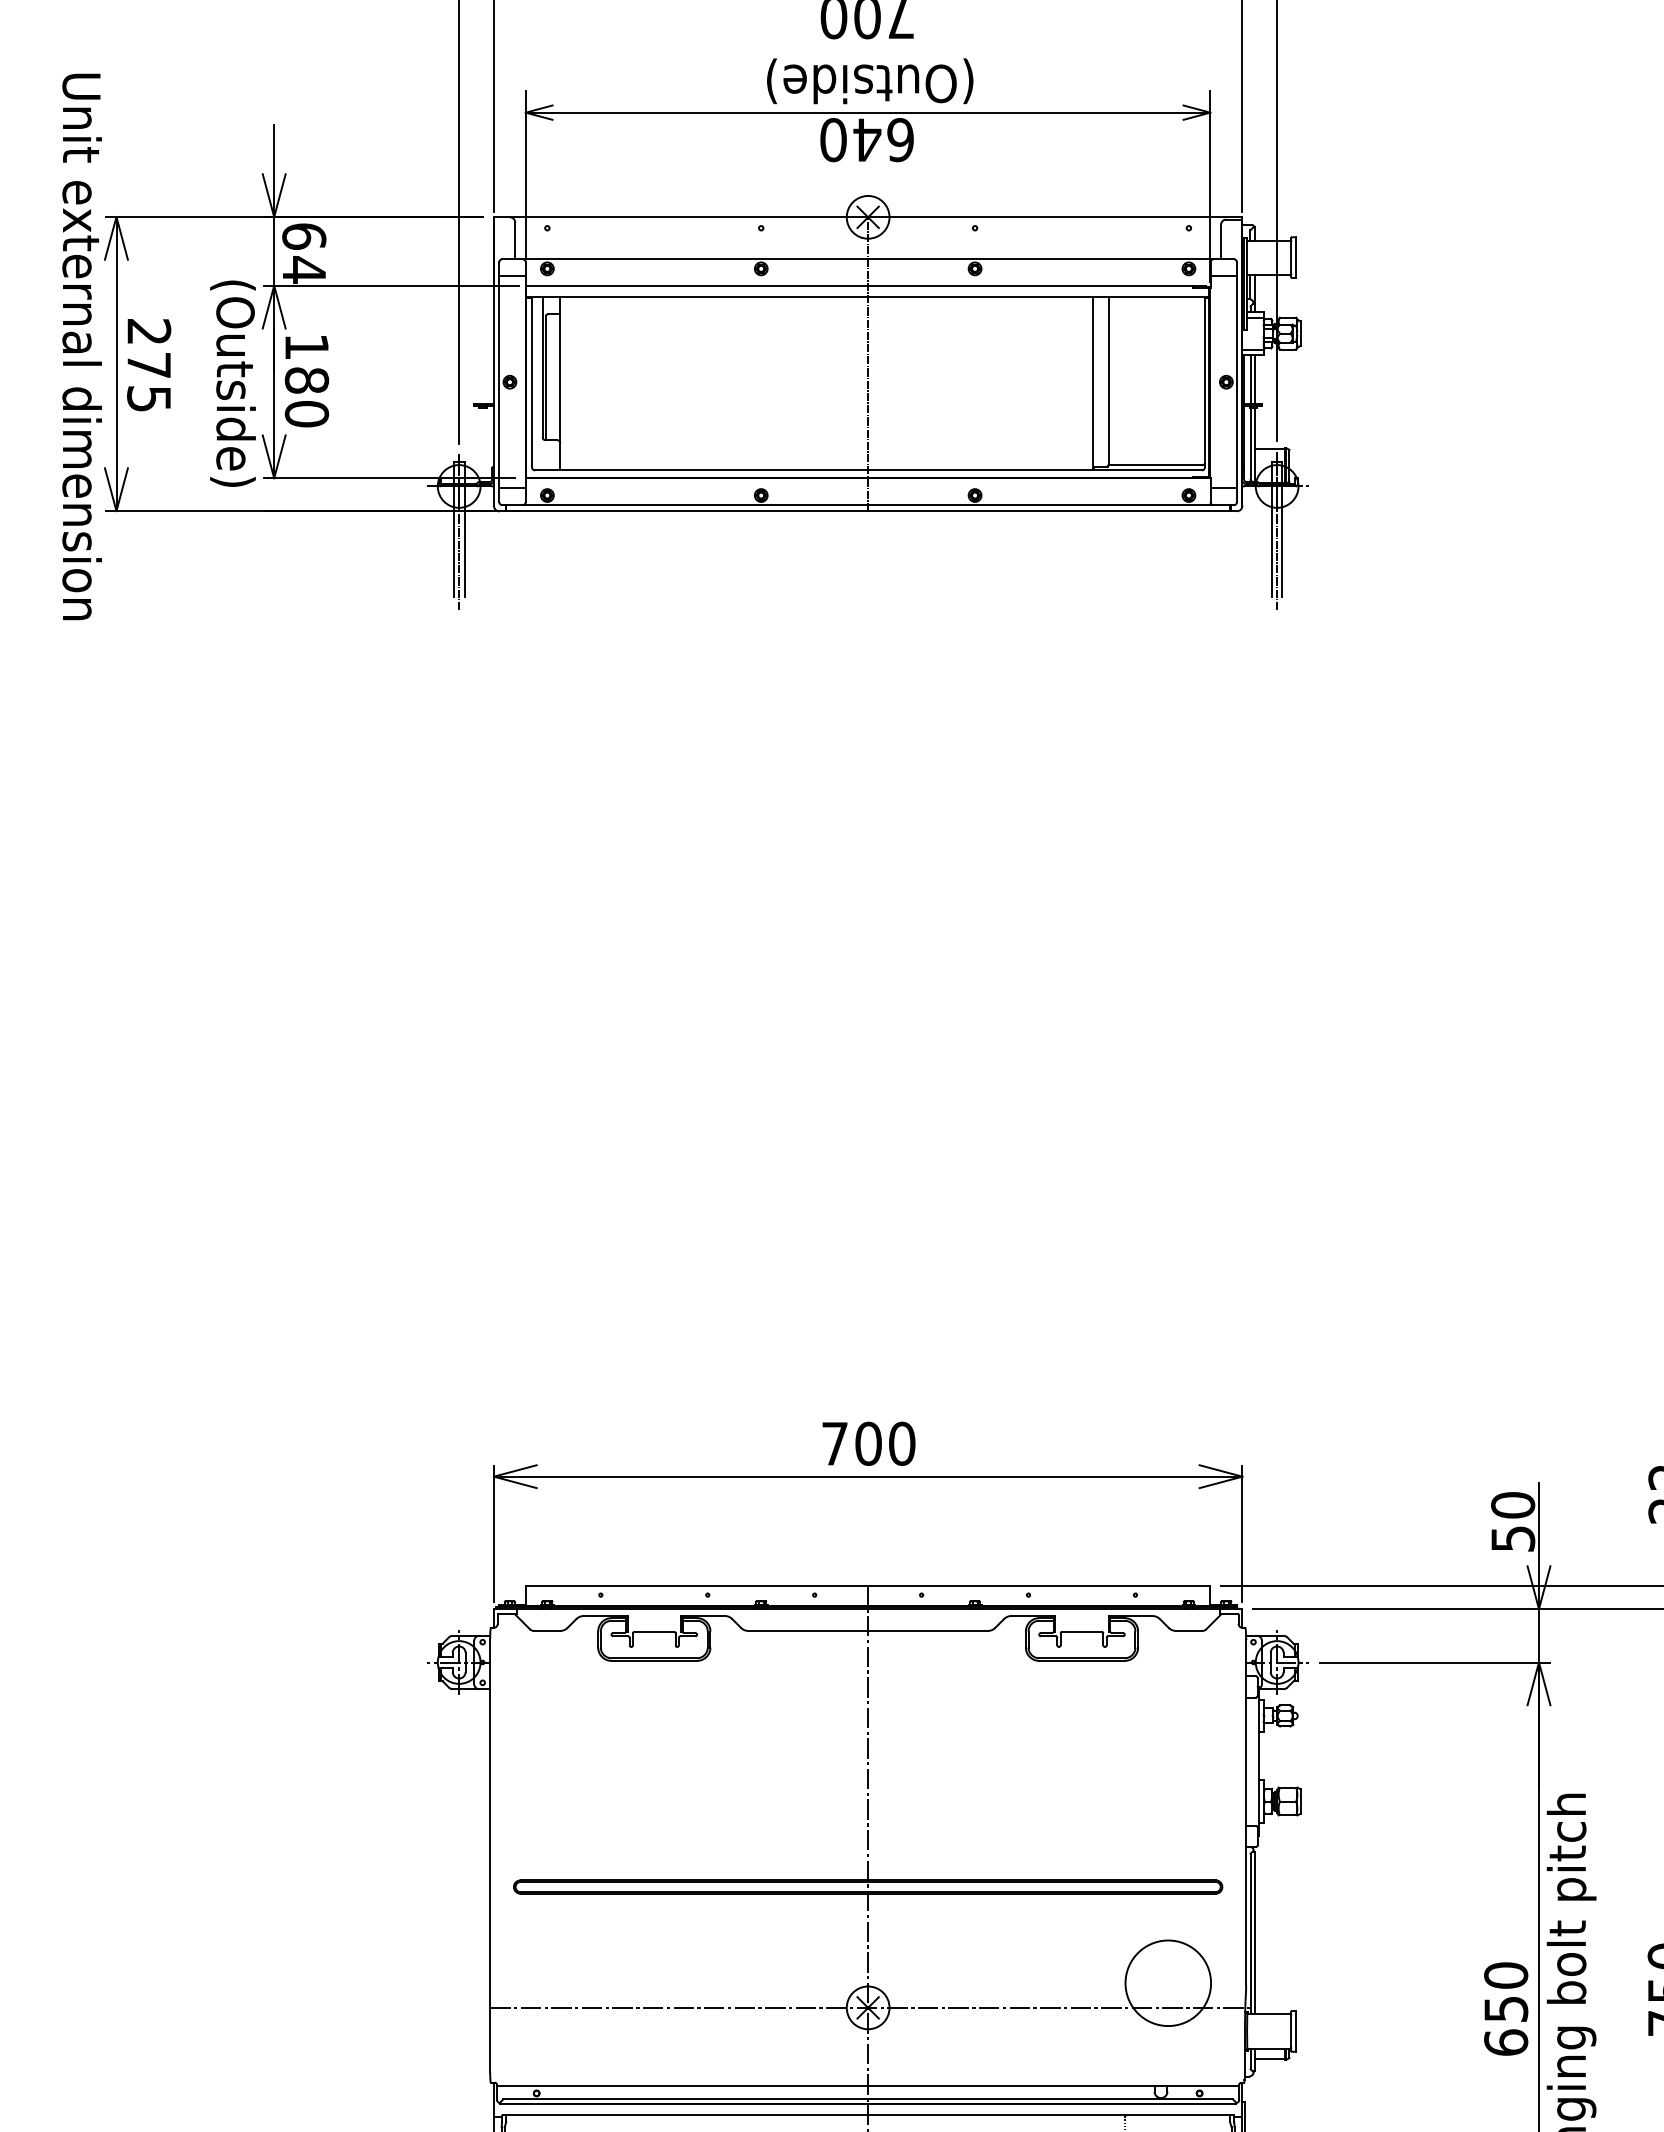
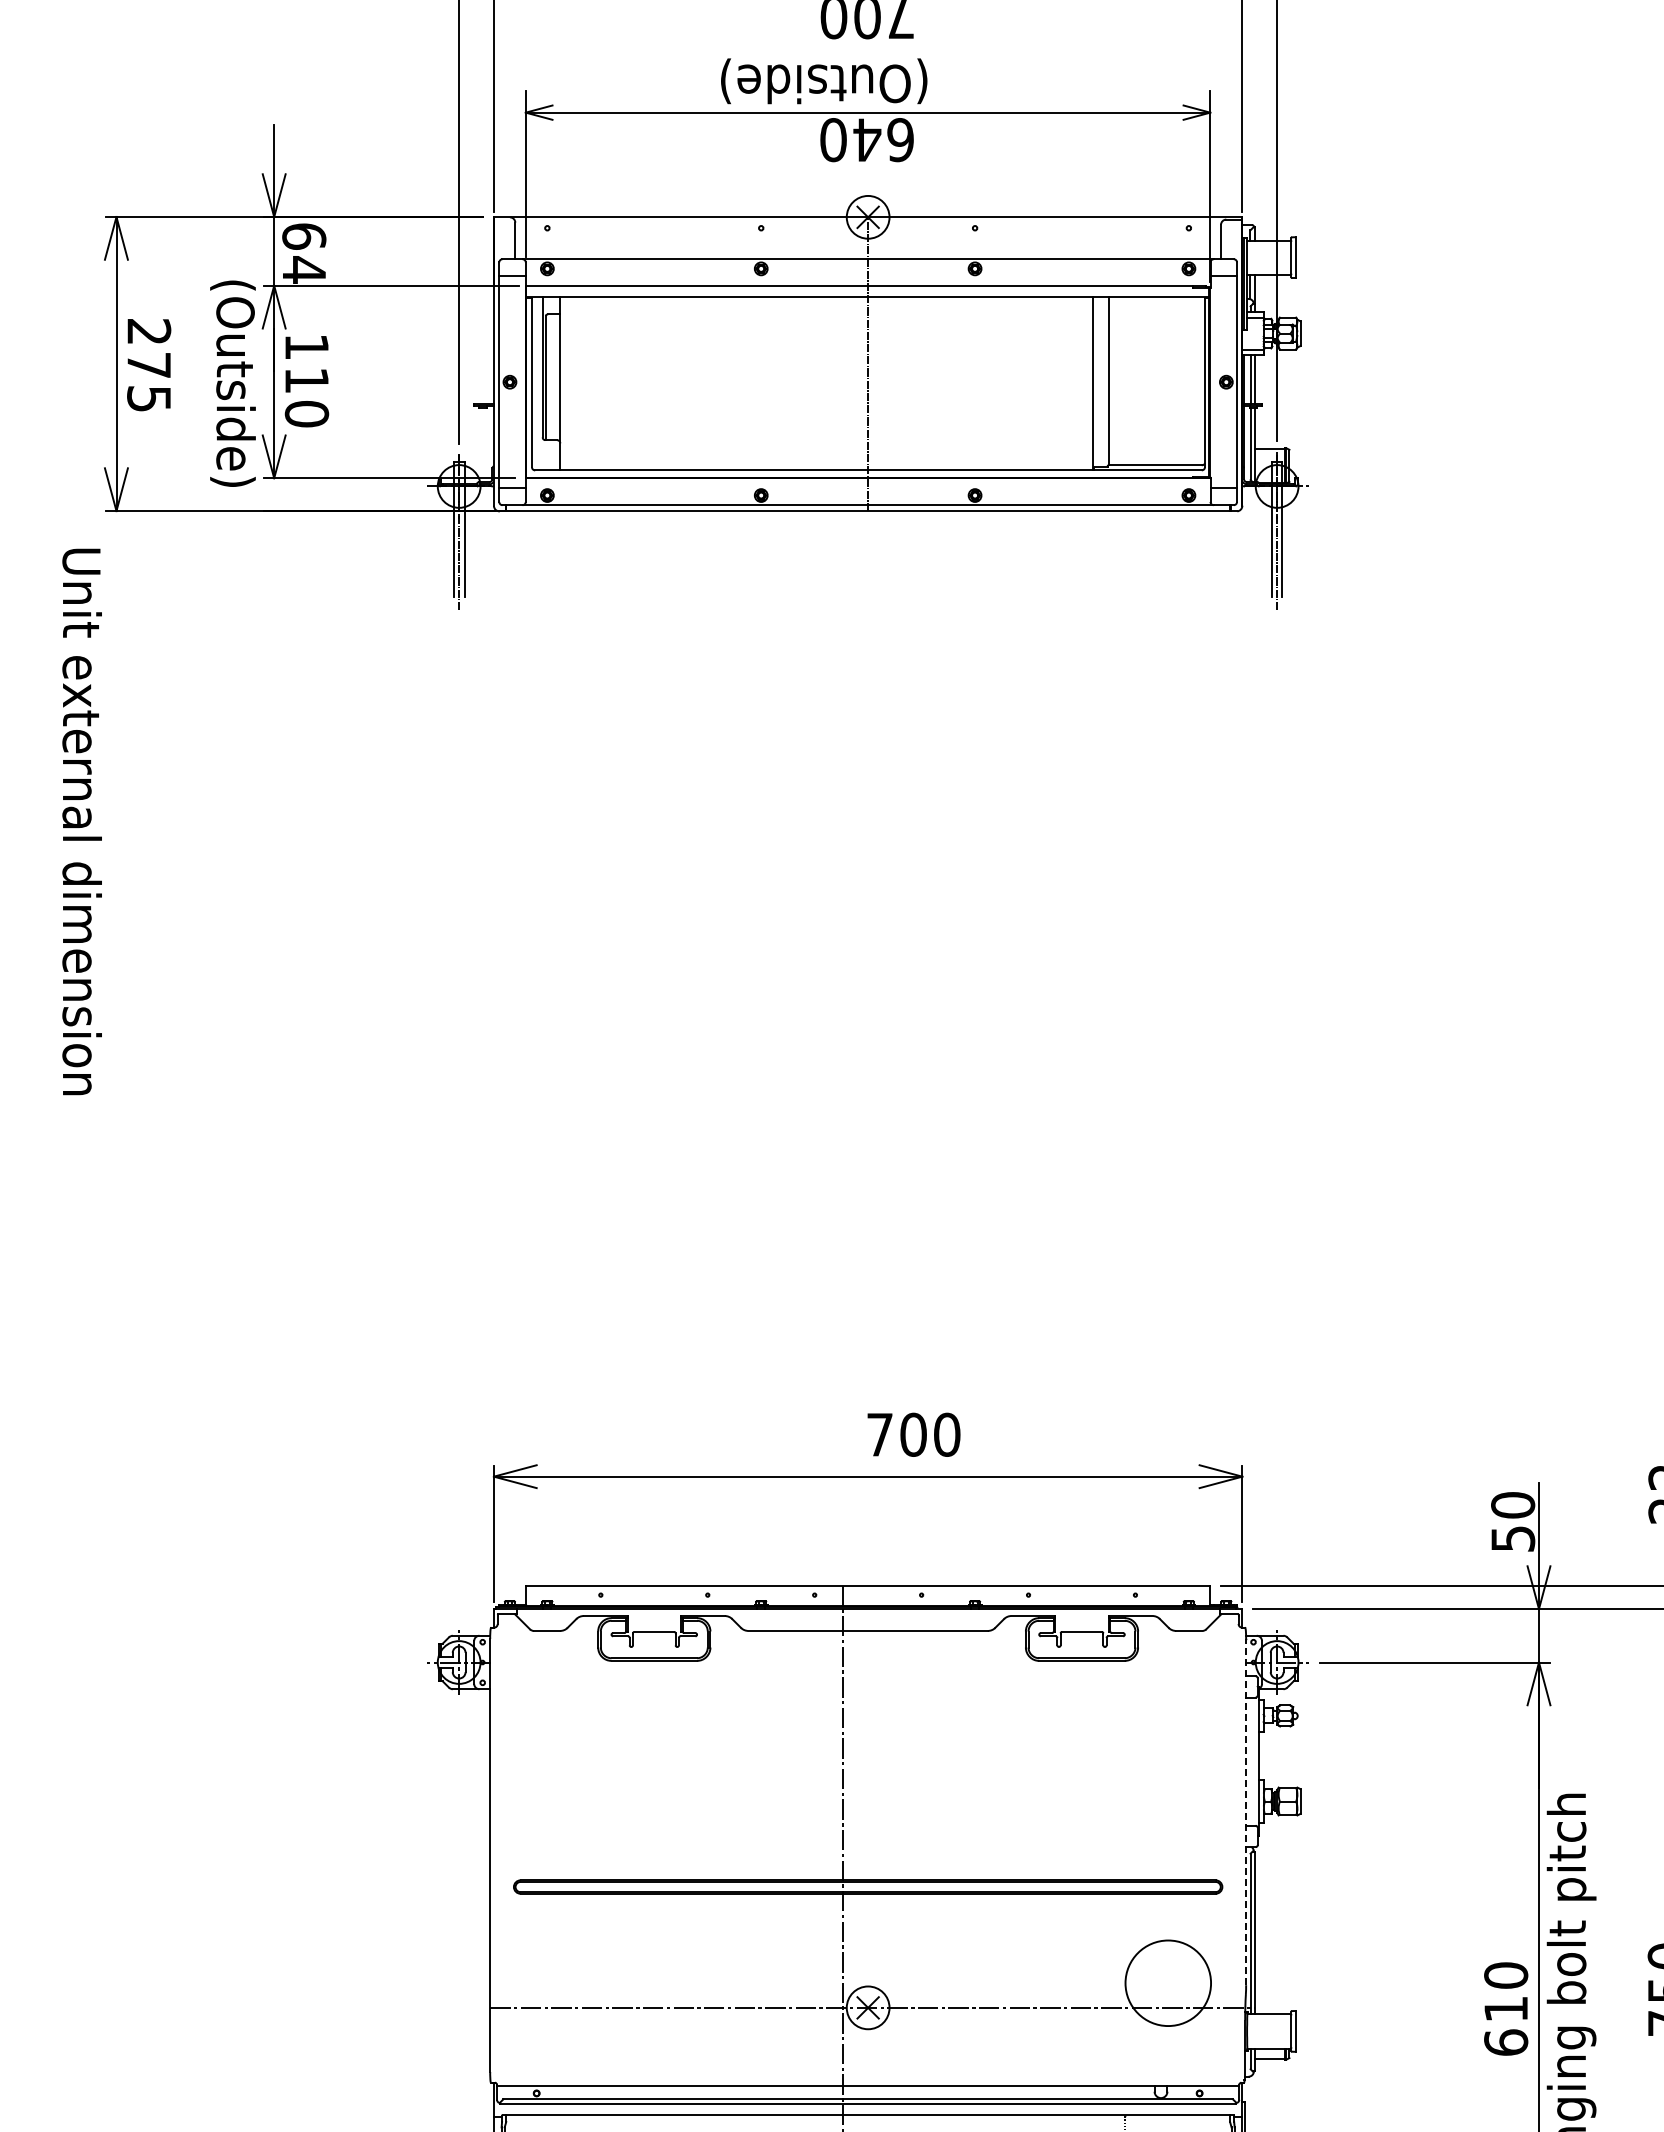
text at (870, 81) position: (870, 81) -> (824, 81)
text at (81, 346) position: (81, 346) -> (81, 821)
text at (306, 380): 180 -> 110
text at (868, 1443) position: (868, 1443) -> (913, 1434)
line at (1246, 1811): solid -> dashed
line at (868, 1856) position: (868, 1856) -> (843, 1856)
text at (1506, 2009): 650 -> 610
